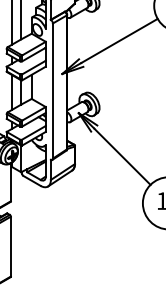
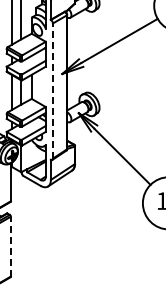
line at (52, 91): solid -> dashed
line at (10, 246): solid -> dashed
